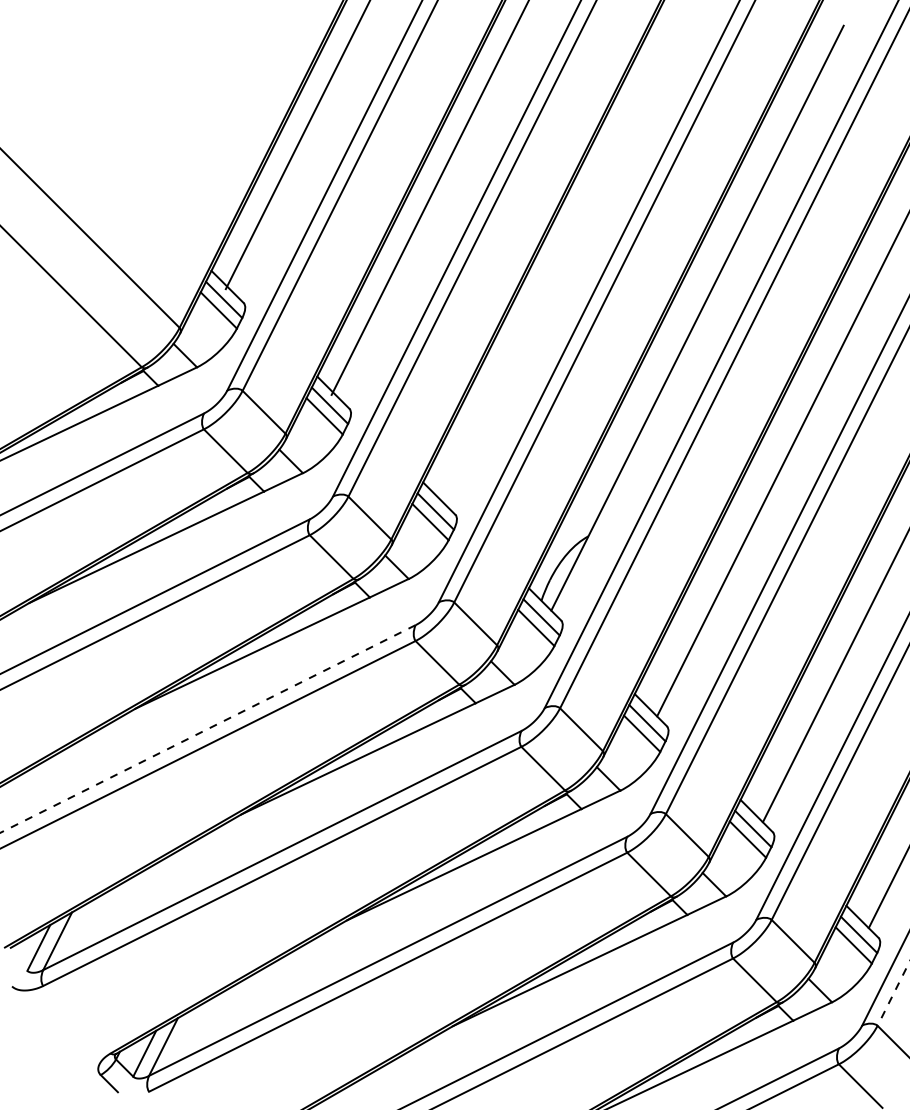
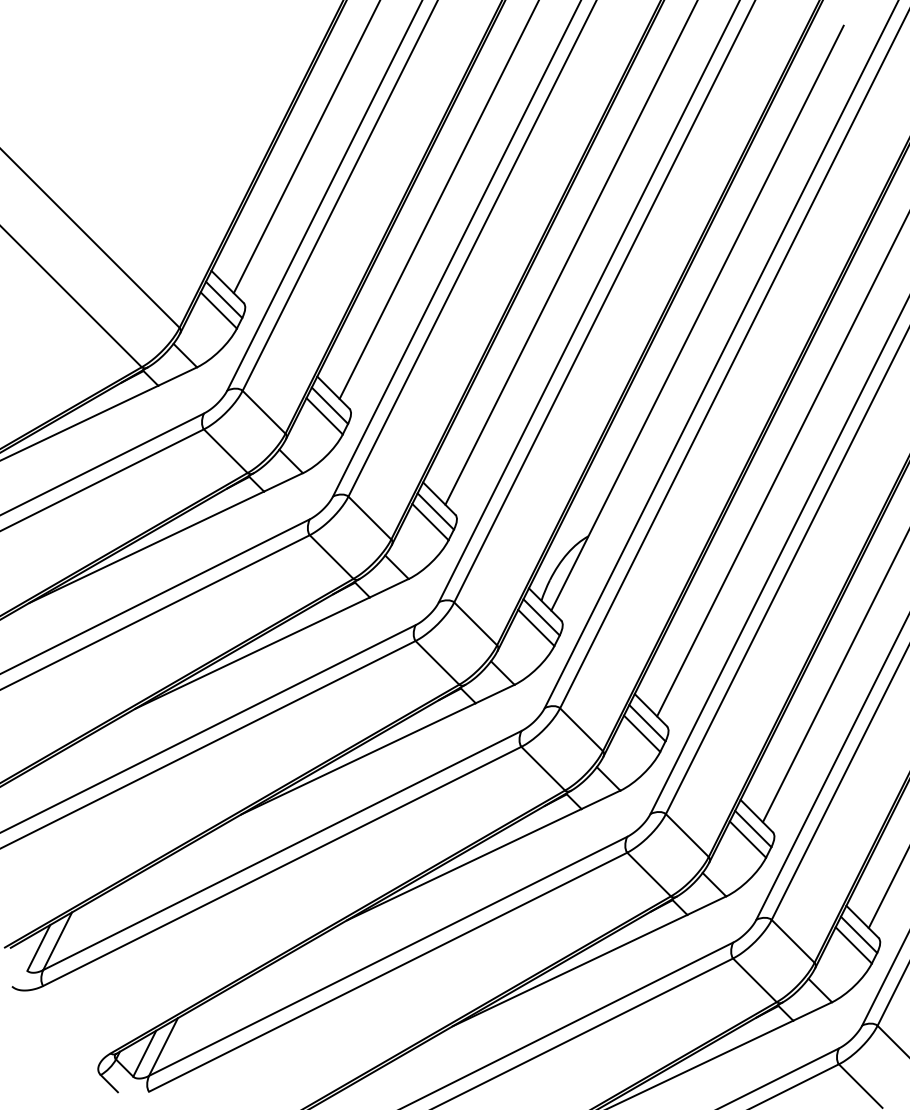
line at (297, 145) position: (297, 145) -> (306, 147)
line at (429, 198) position: (429, 198) -> (438, 200)
line at (570, 253): none -> present
line at (207, 729): dashed -> solid
line at (893, 993): dashed -> solid
